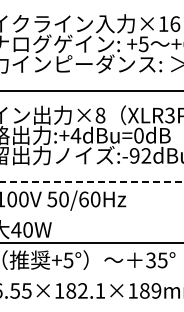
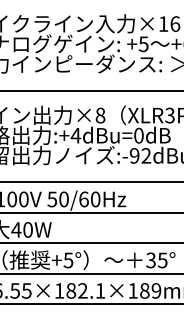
line at (92, 182): dashed -> solid
line at (91, 212): none -> present
line at (91, 273): none -> present
line at (91, 304): none -> present
